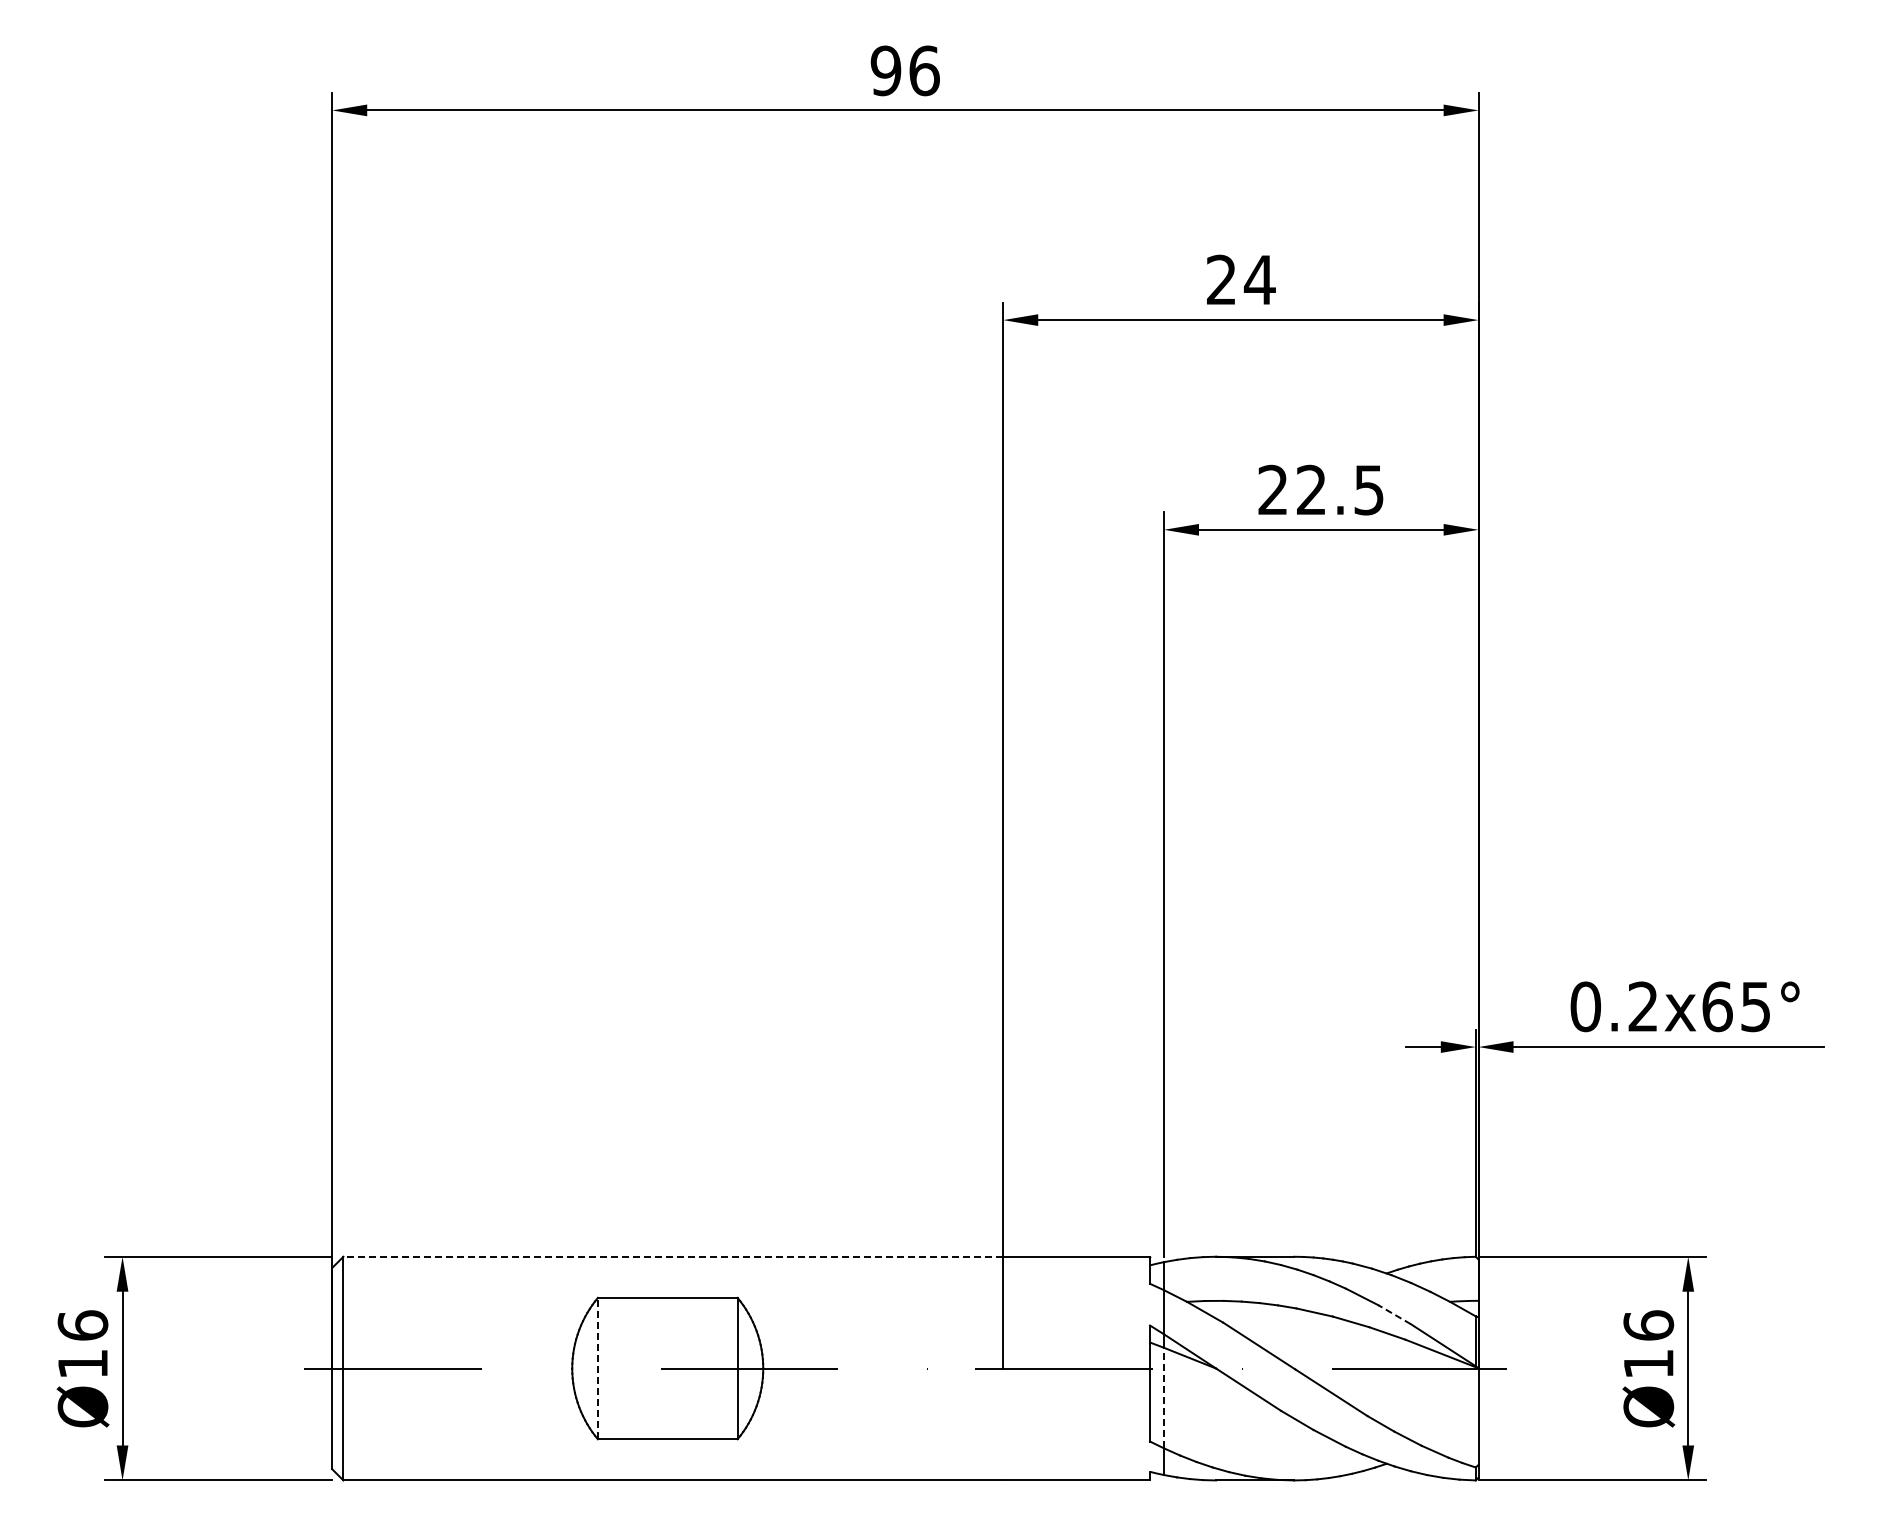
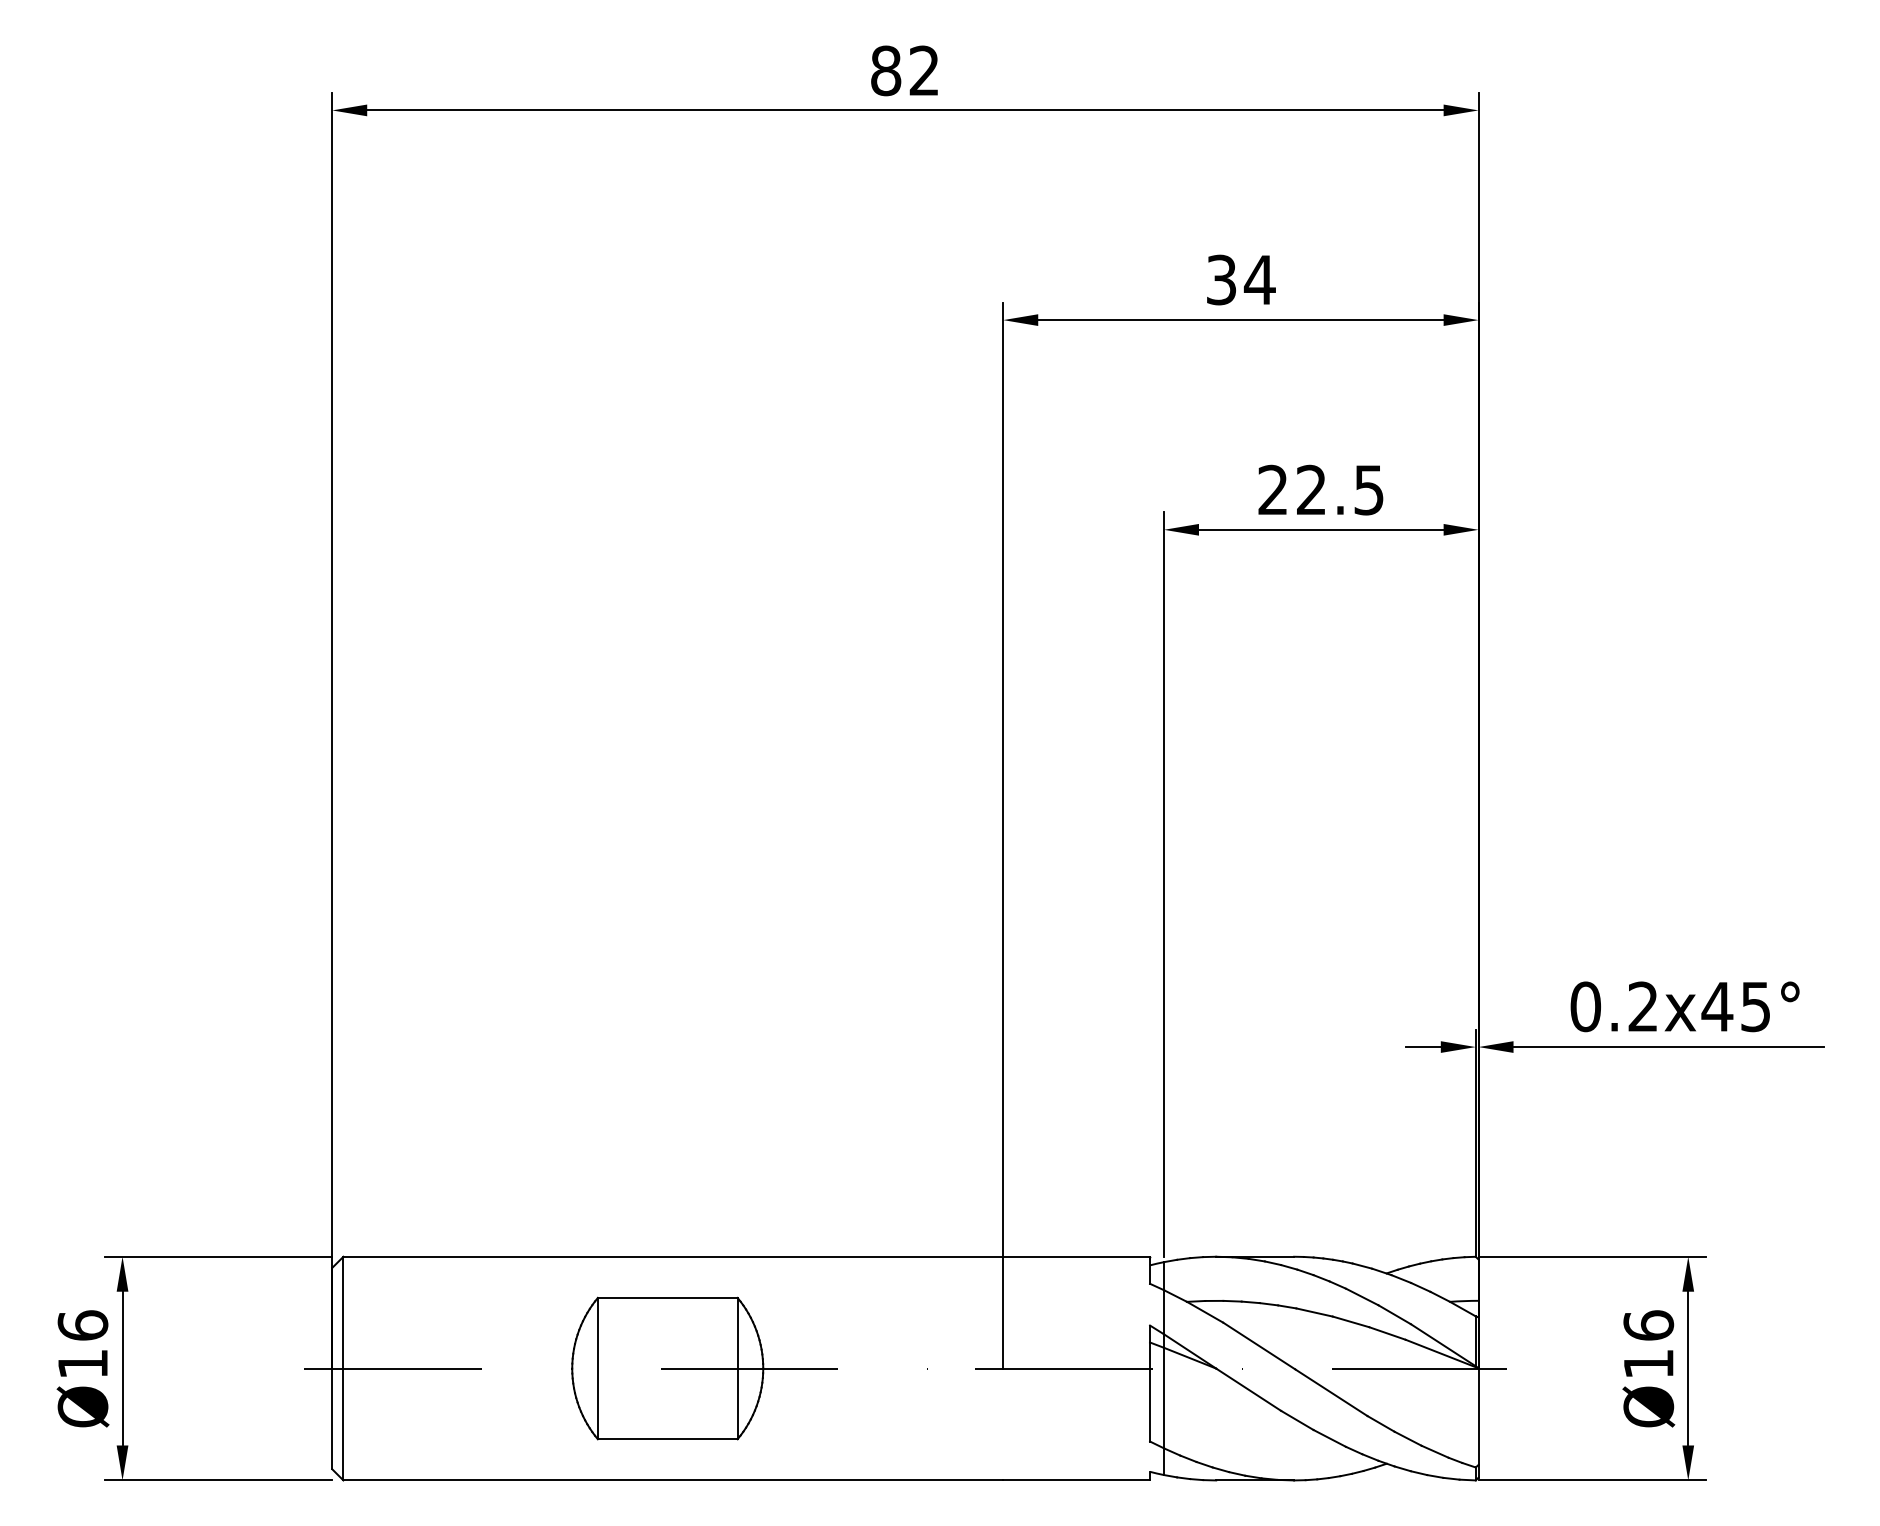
text at (904, 70): 96 -> 82
text at (1221, 280): 24 -> 34
text at (1717, 1006): 0.2x65° -> 0.2x45°
line at (673, 1256): dashed -> solid
line at (1394, 1314): dashed -> solid
line at (597, 1368): dashed -> solid
line at (1164, 1397): dashed -> solid
